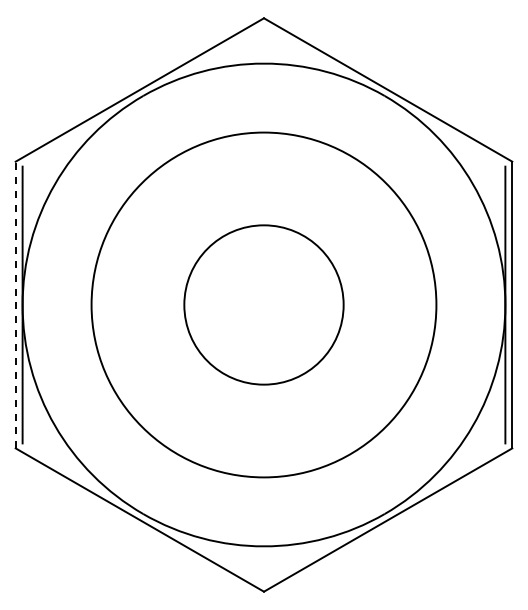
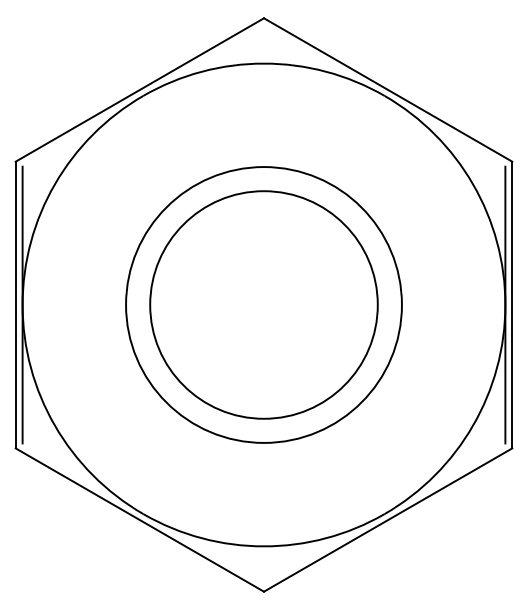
line at (15, 304): dashed -> solid
circle at (263, 304) diameter: 159 px -> 228 px
circle at (263, 304) diameter: 345 px -> 276 px
